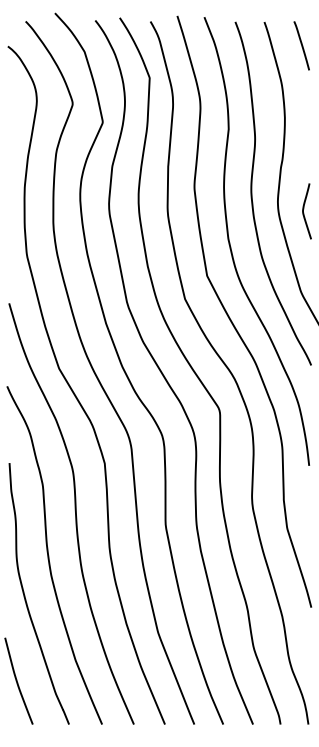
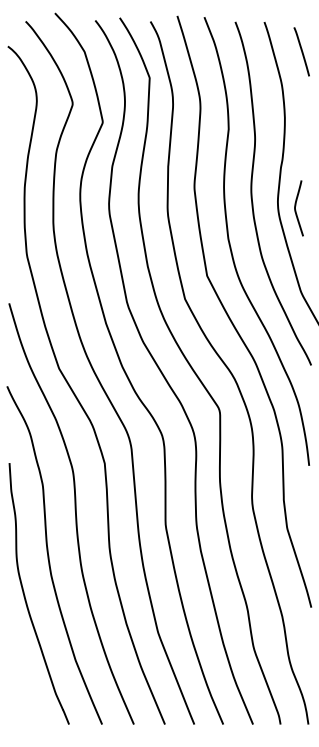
line at (301, 45) position: (301, 45) -> (301, 51)
curve at (304, 209) position: (304, 209) -> (296, 206)
curve at (17, 680): present -> none
